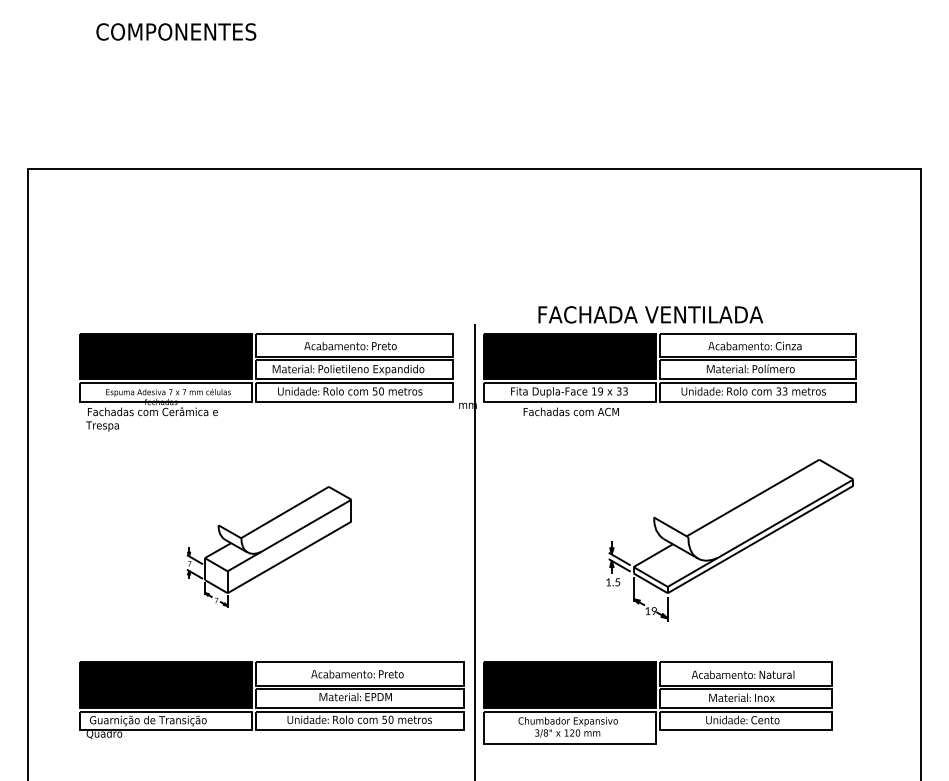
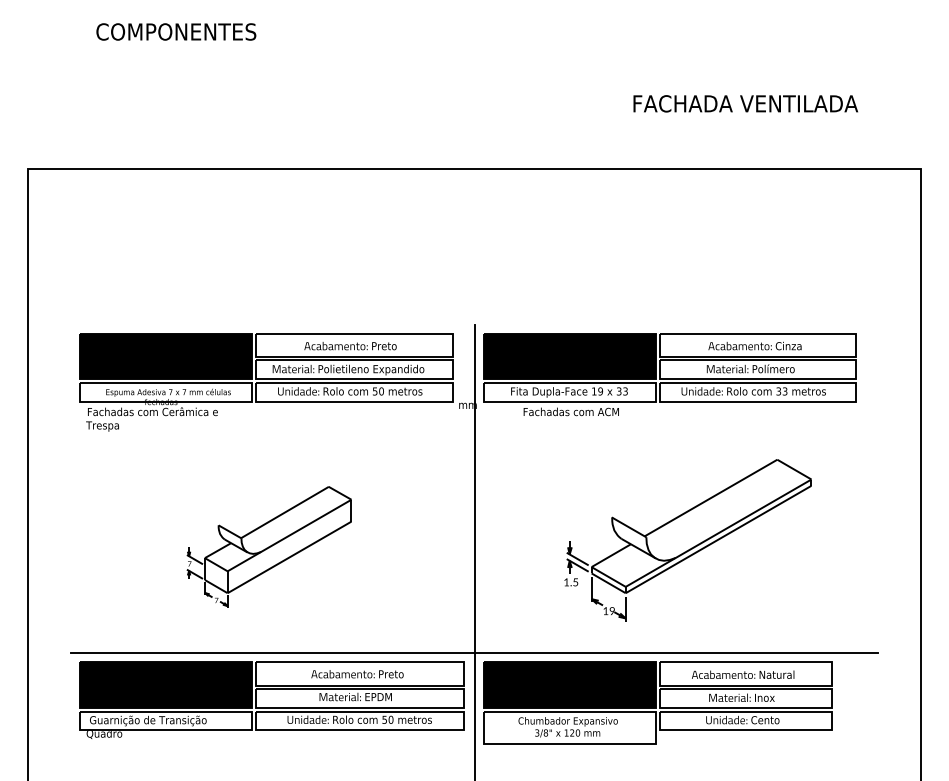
text at (650, 314) position: (650, 314) -> (745, 103)
part at (729, 540) position: (729, 540) -> (687, 540)
line at (474, 652): none -> present
